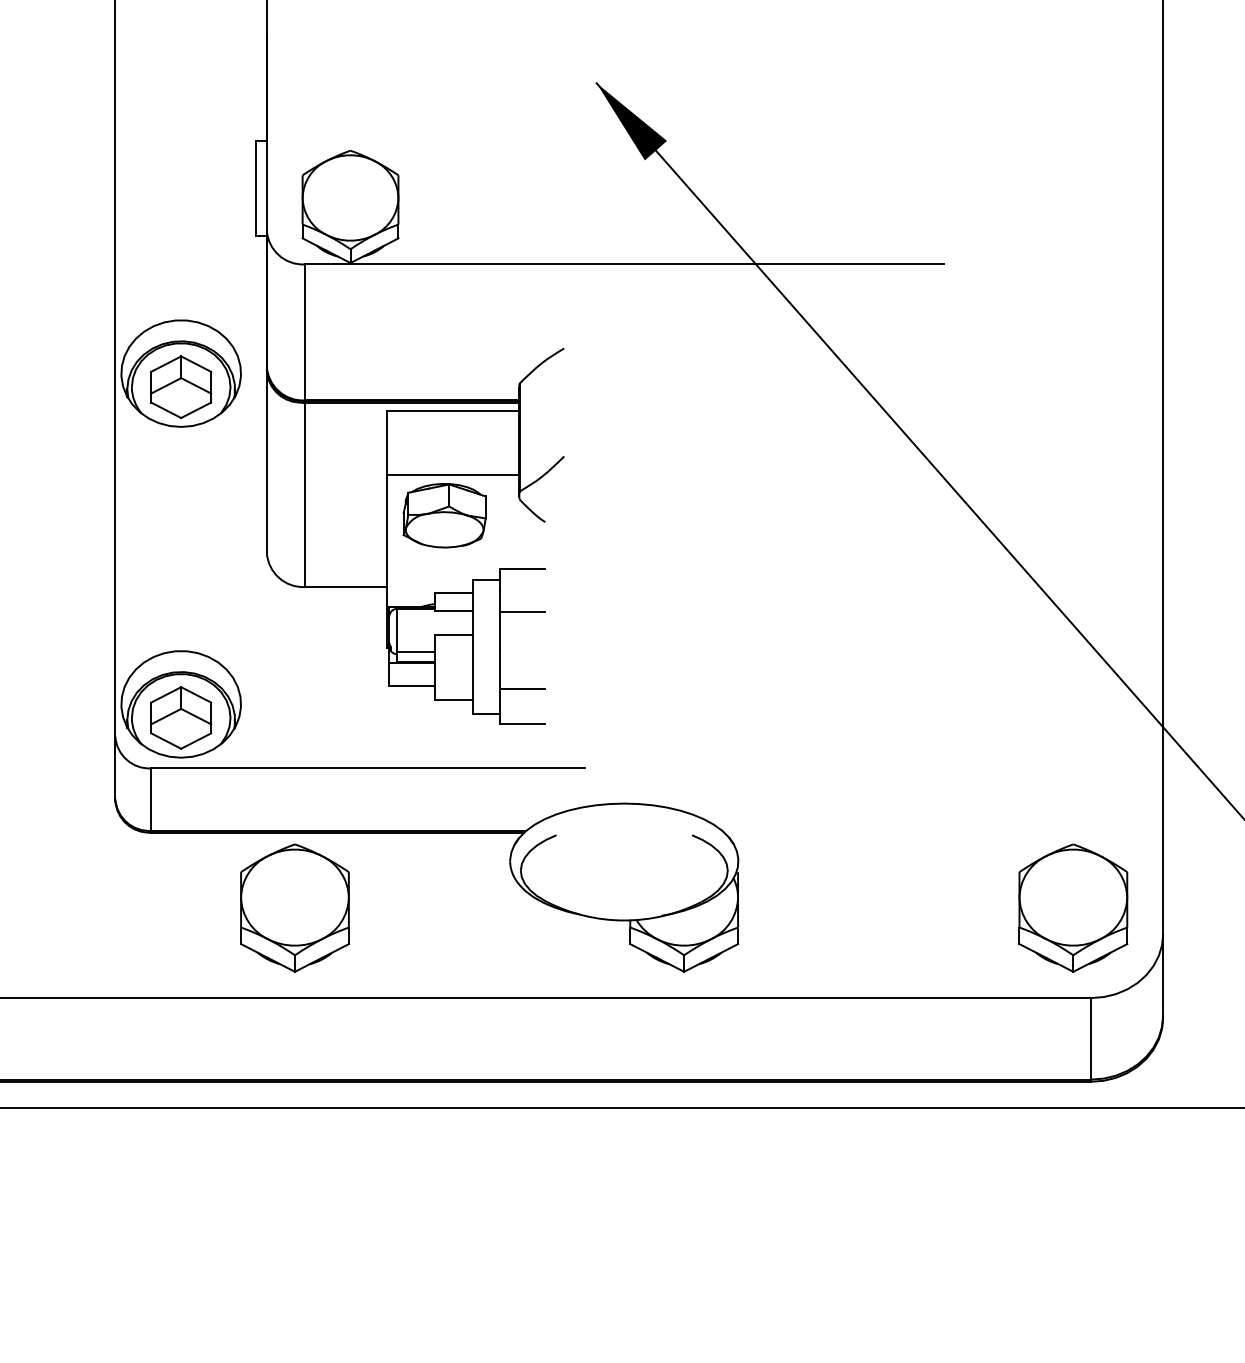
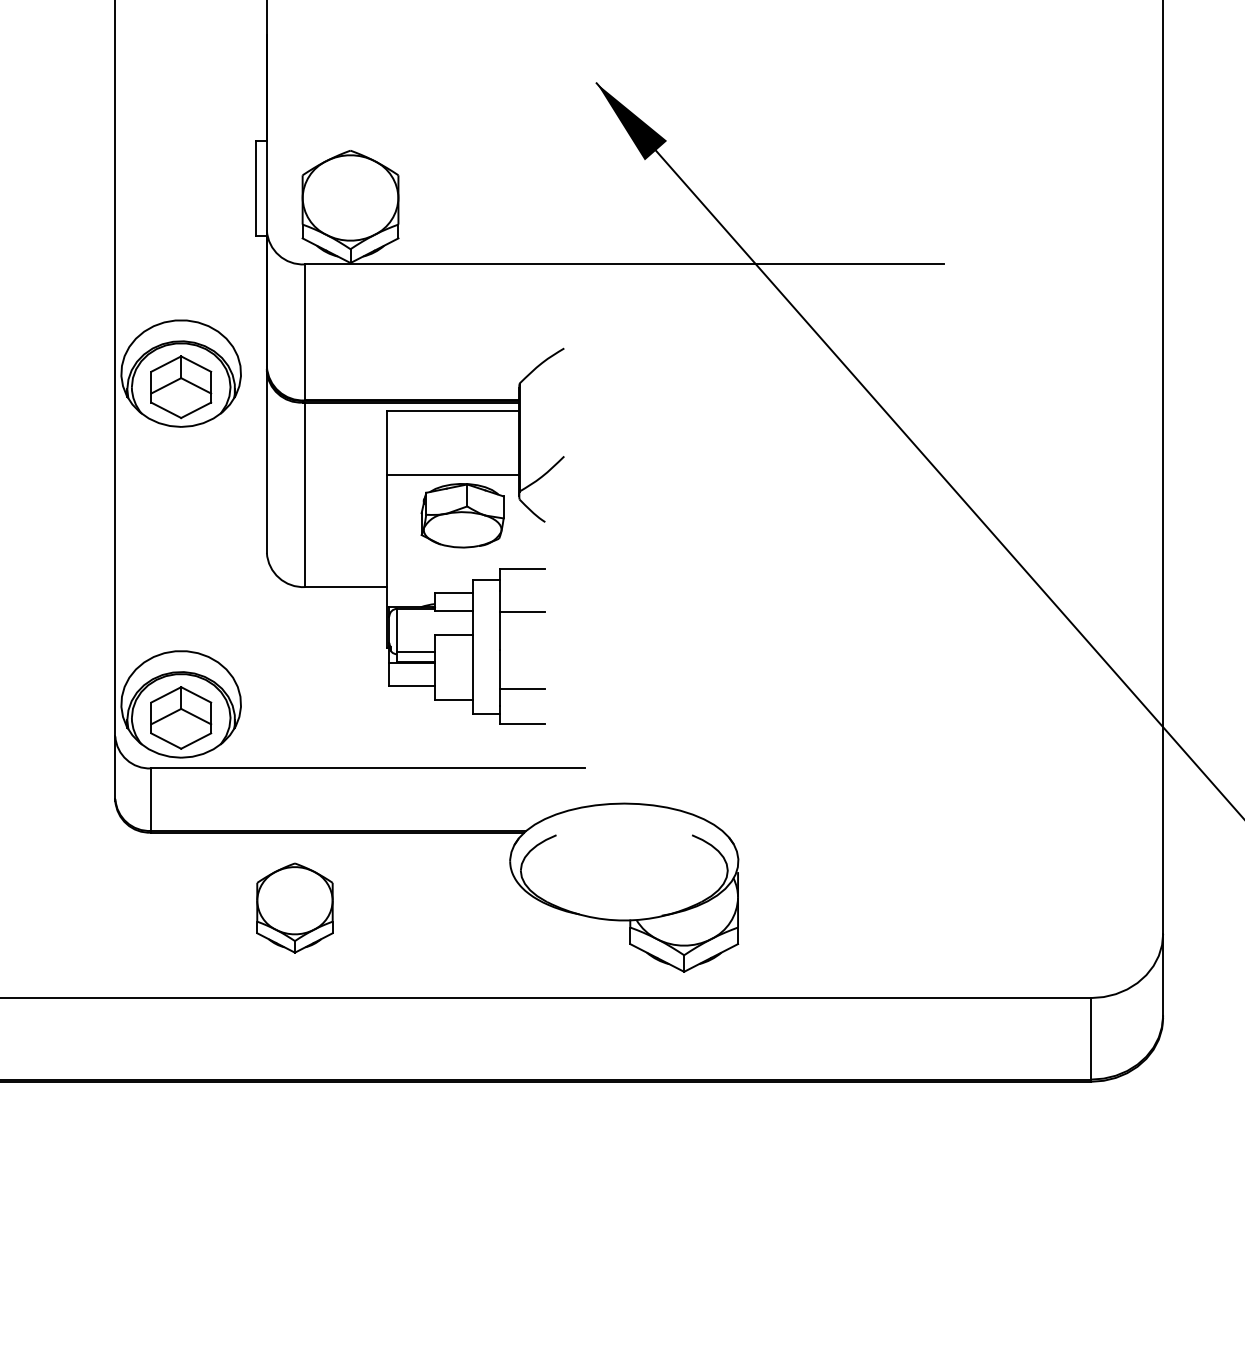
part at (444, 515) position: (444, 515) -> (462, 515)
part at (294, 907) size: 110x130 px -> 78x92 px
part at (1073, 907): present -> none
line at (621, 1108): present -> none
